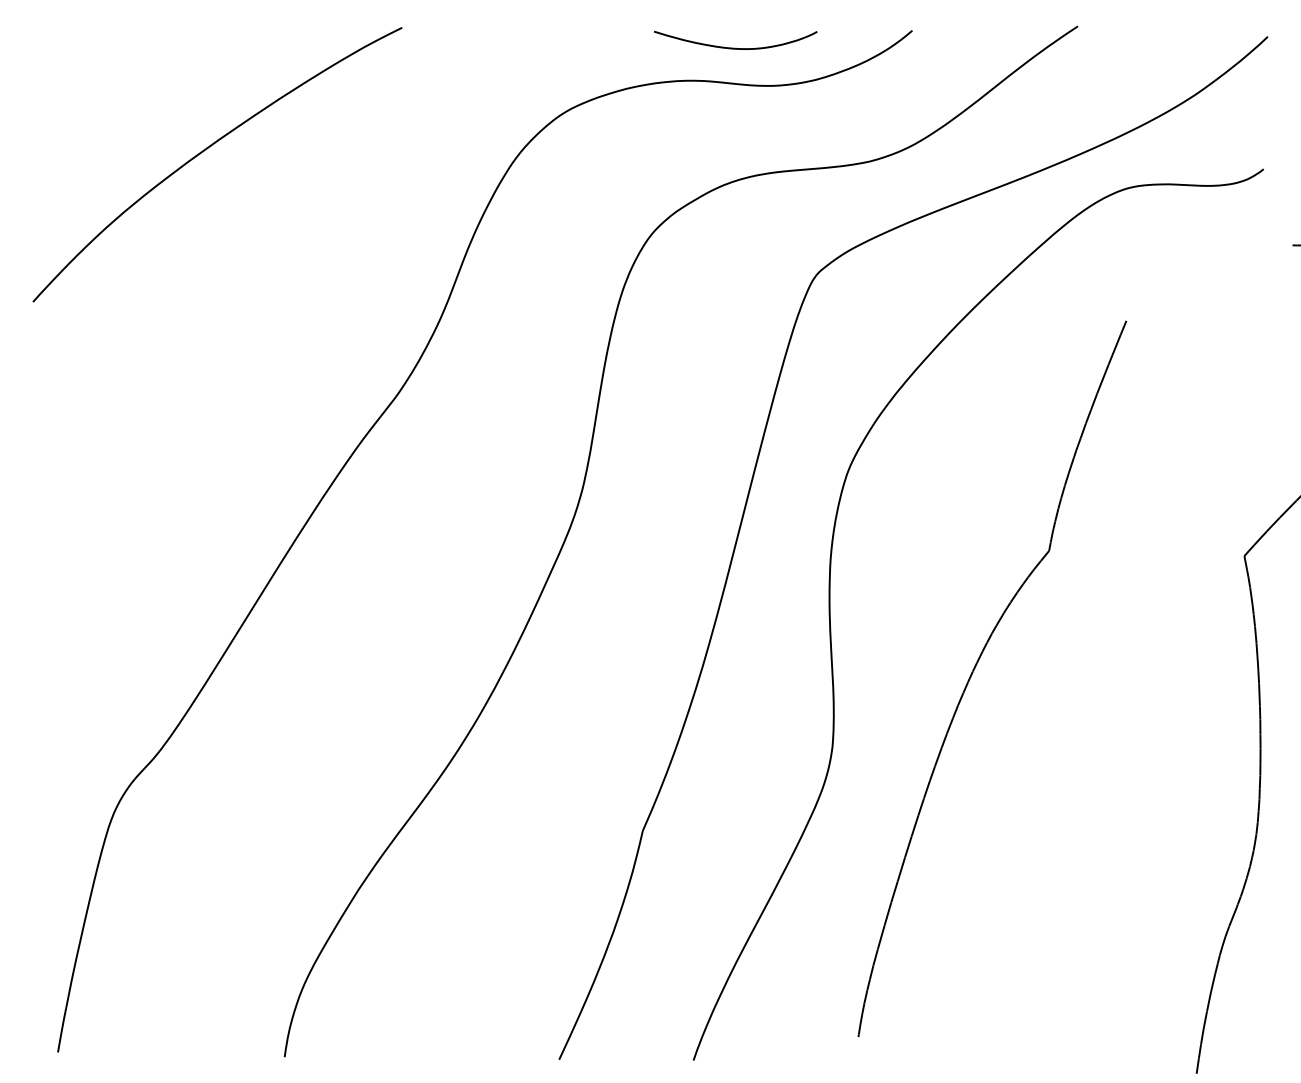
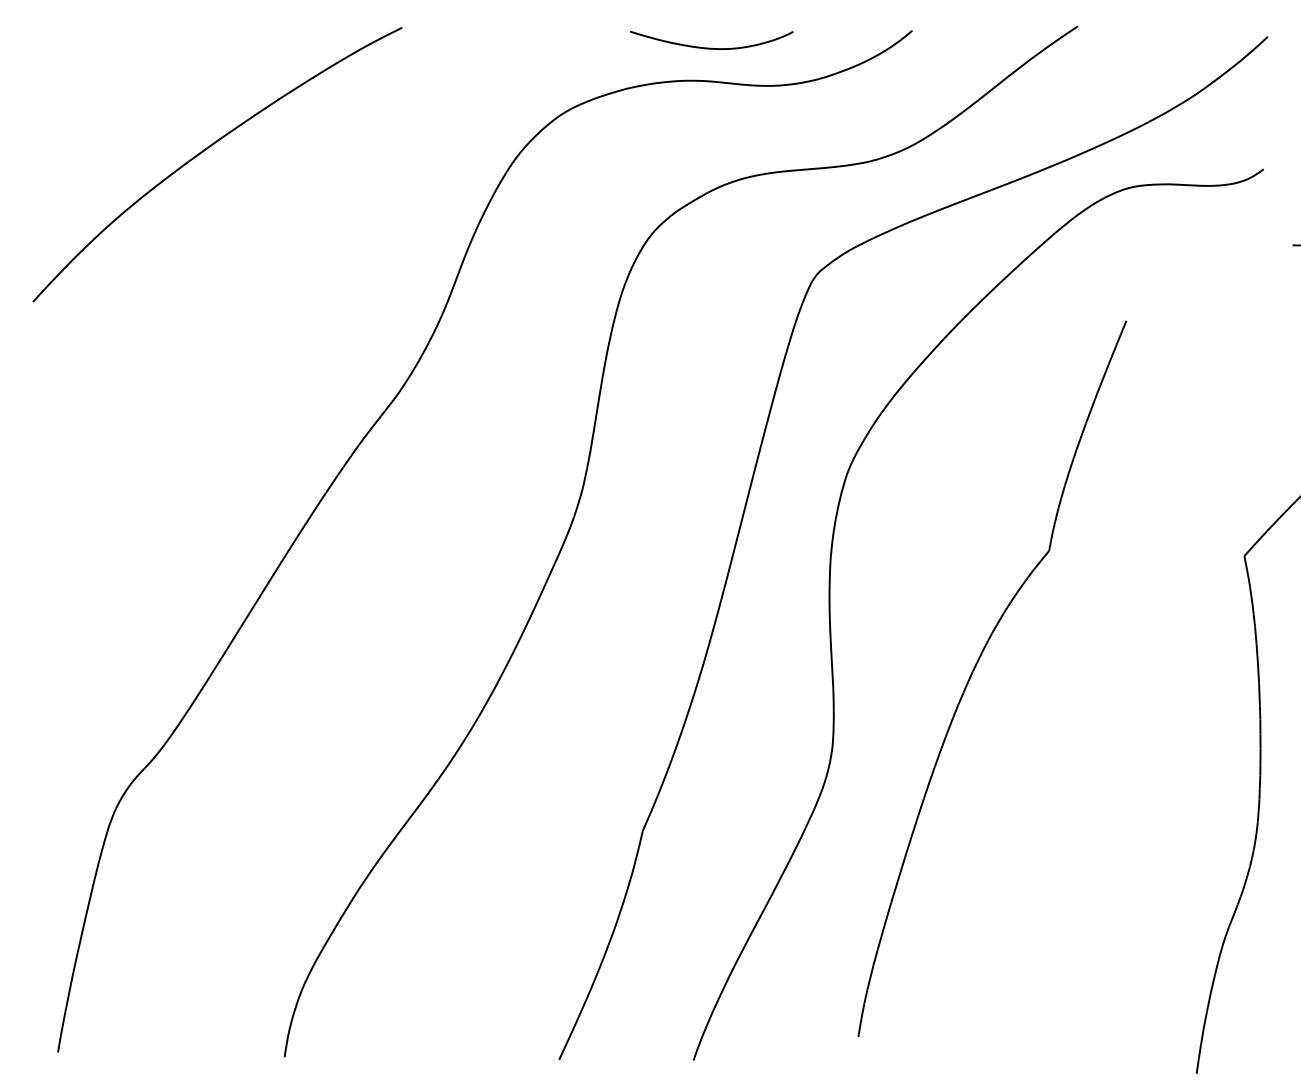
curve at (735, 47) position: (735, 47) -> (711, 47)
